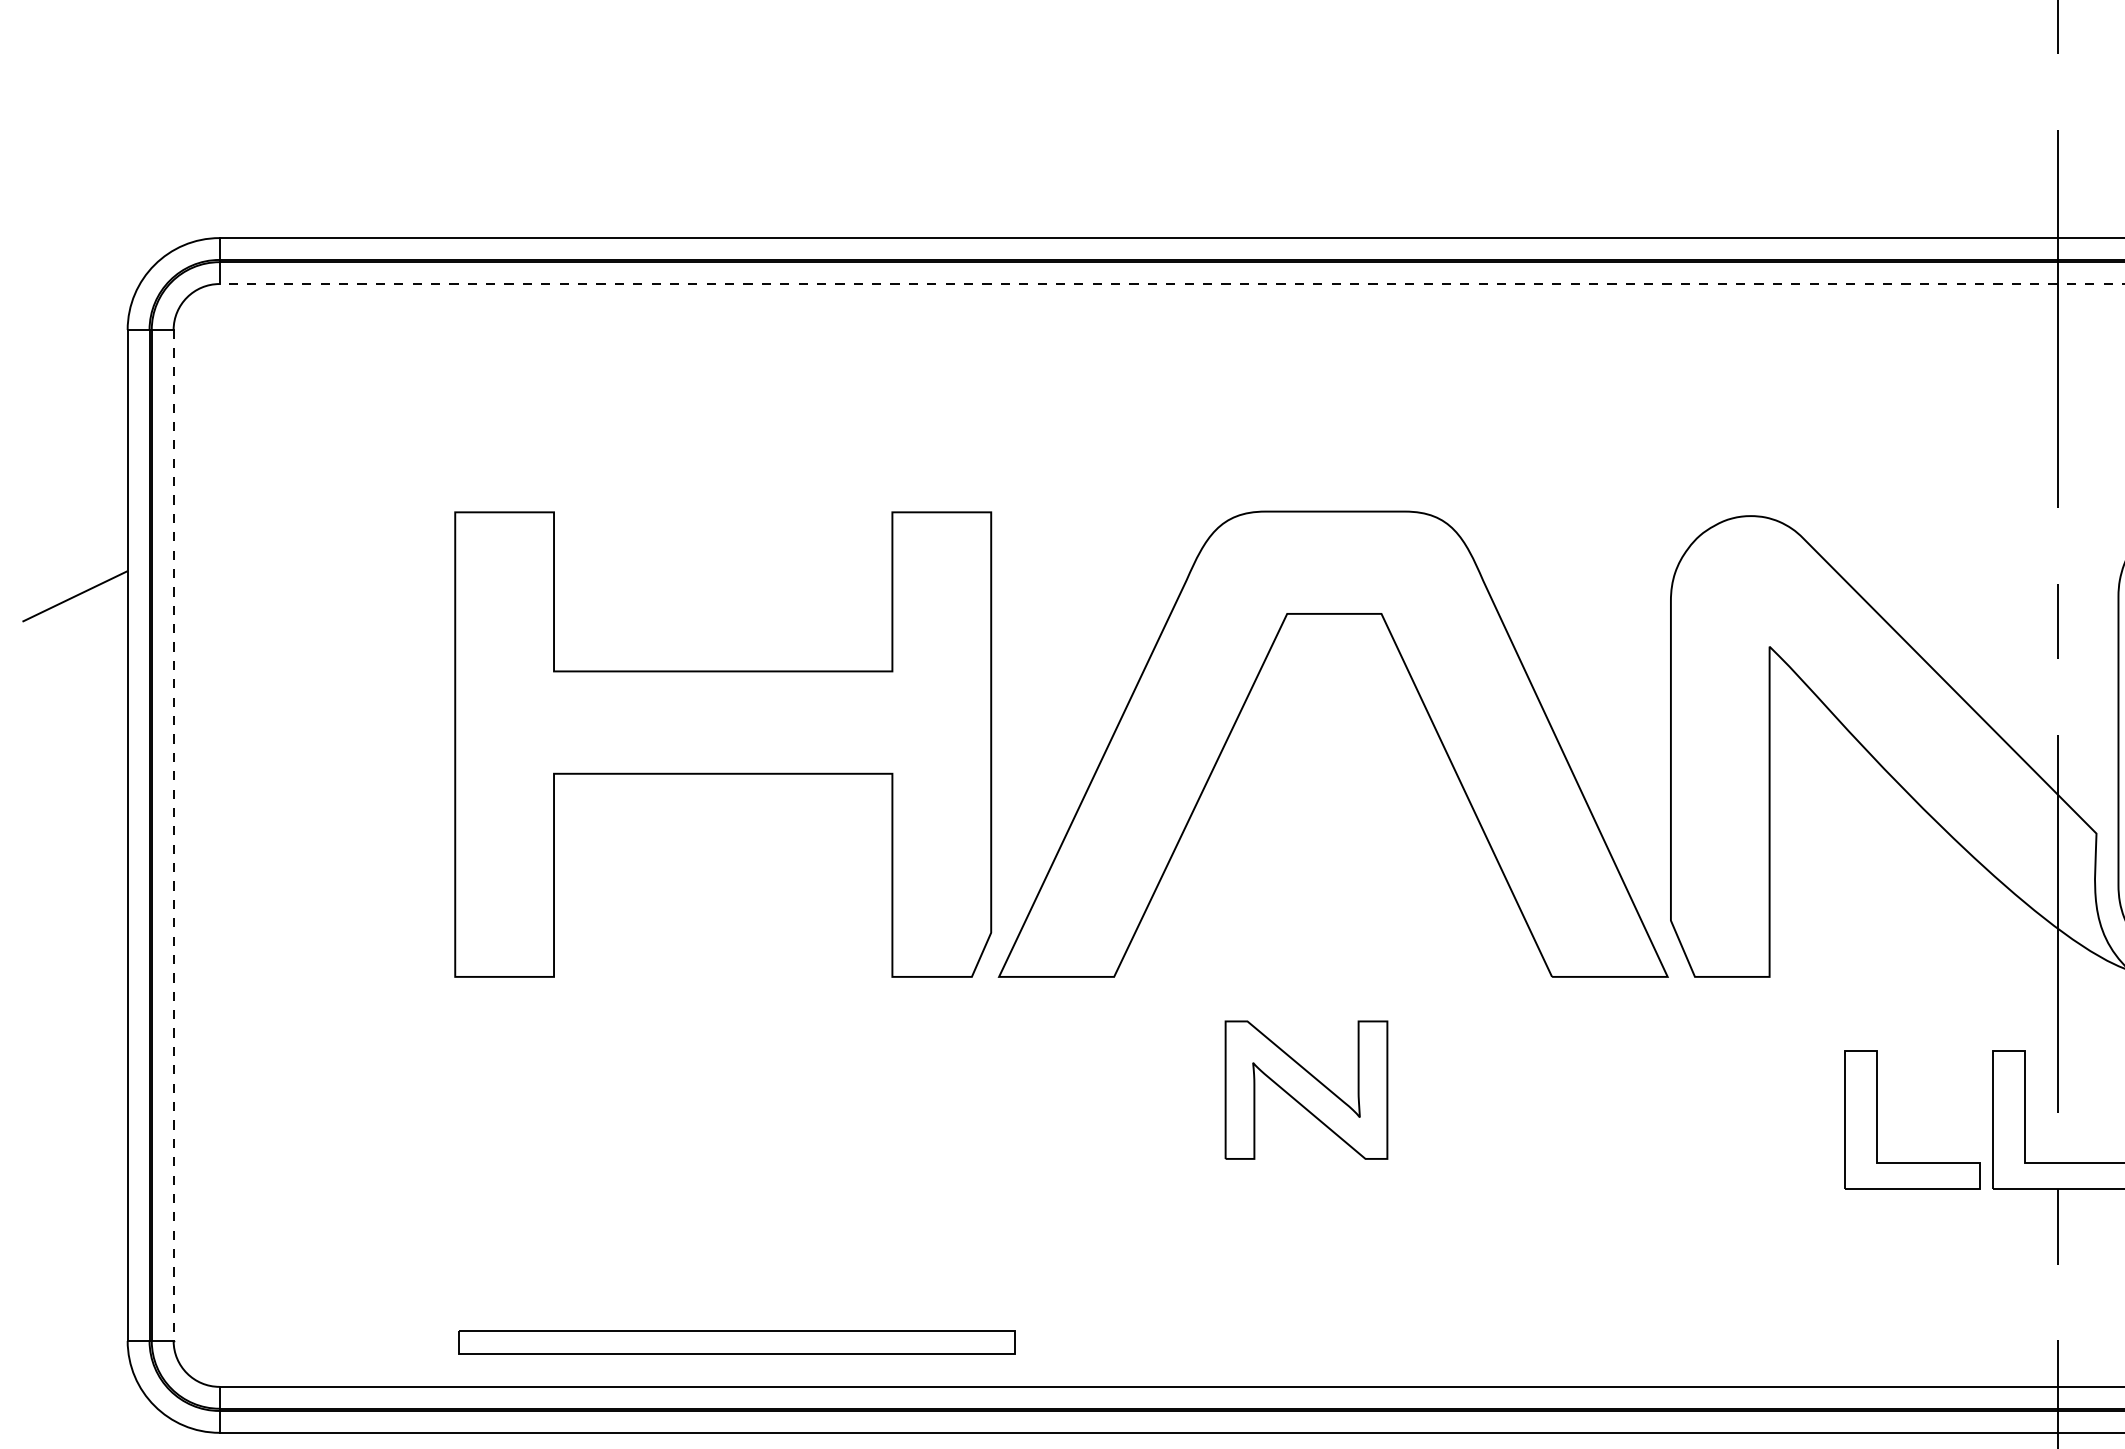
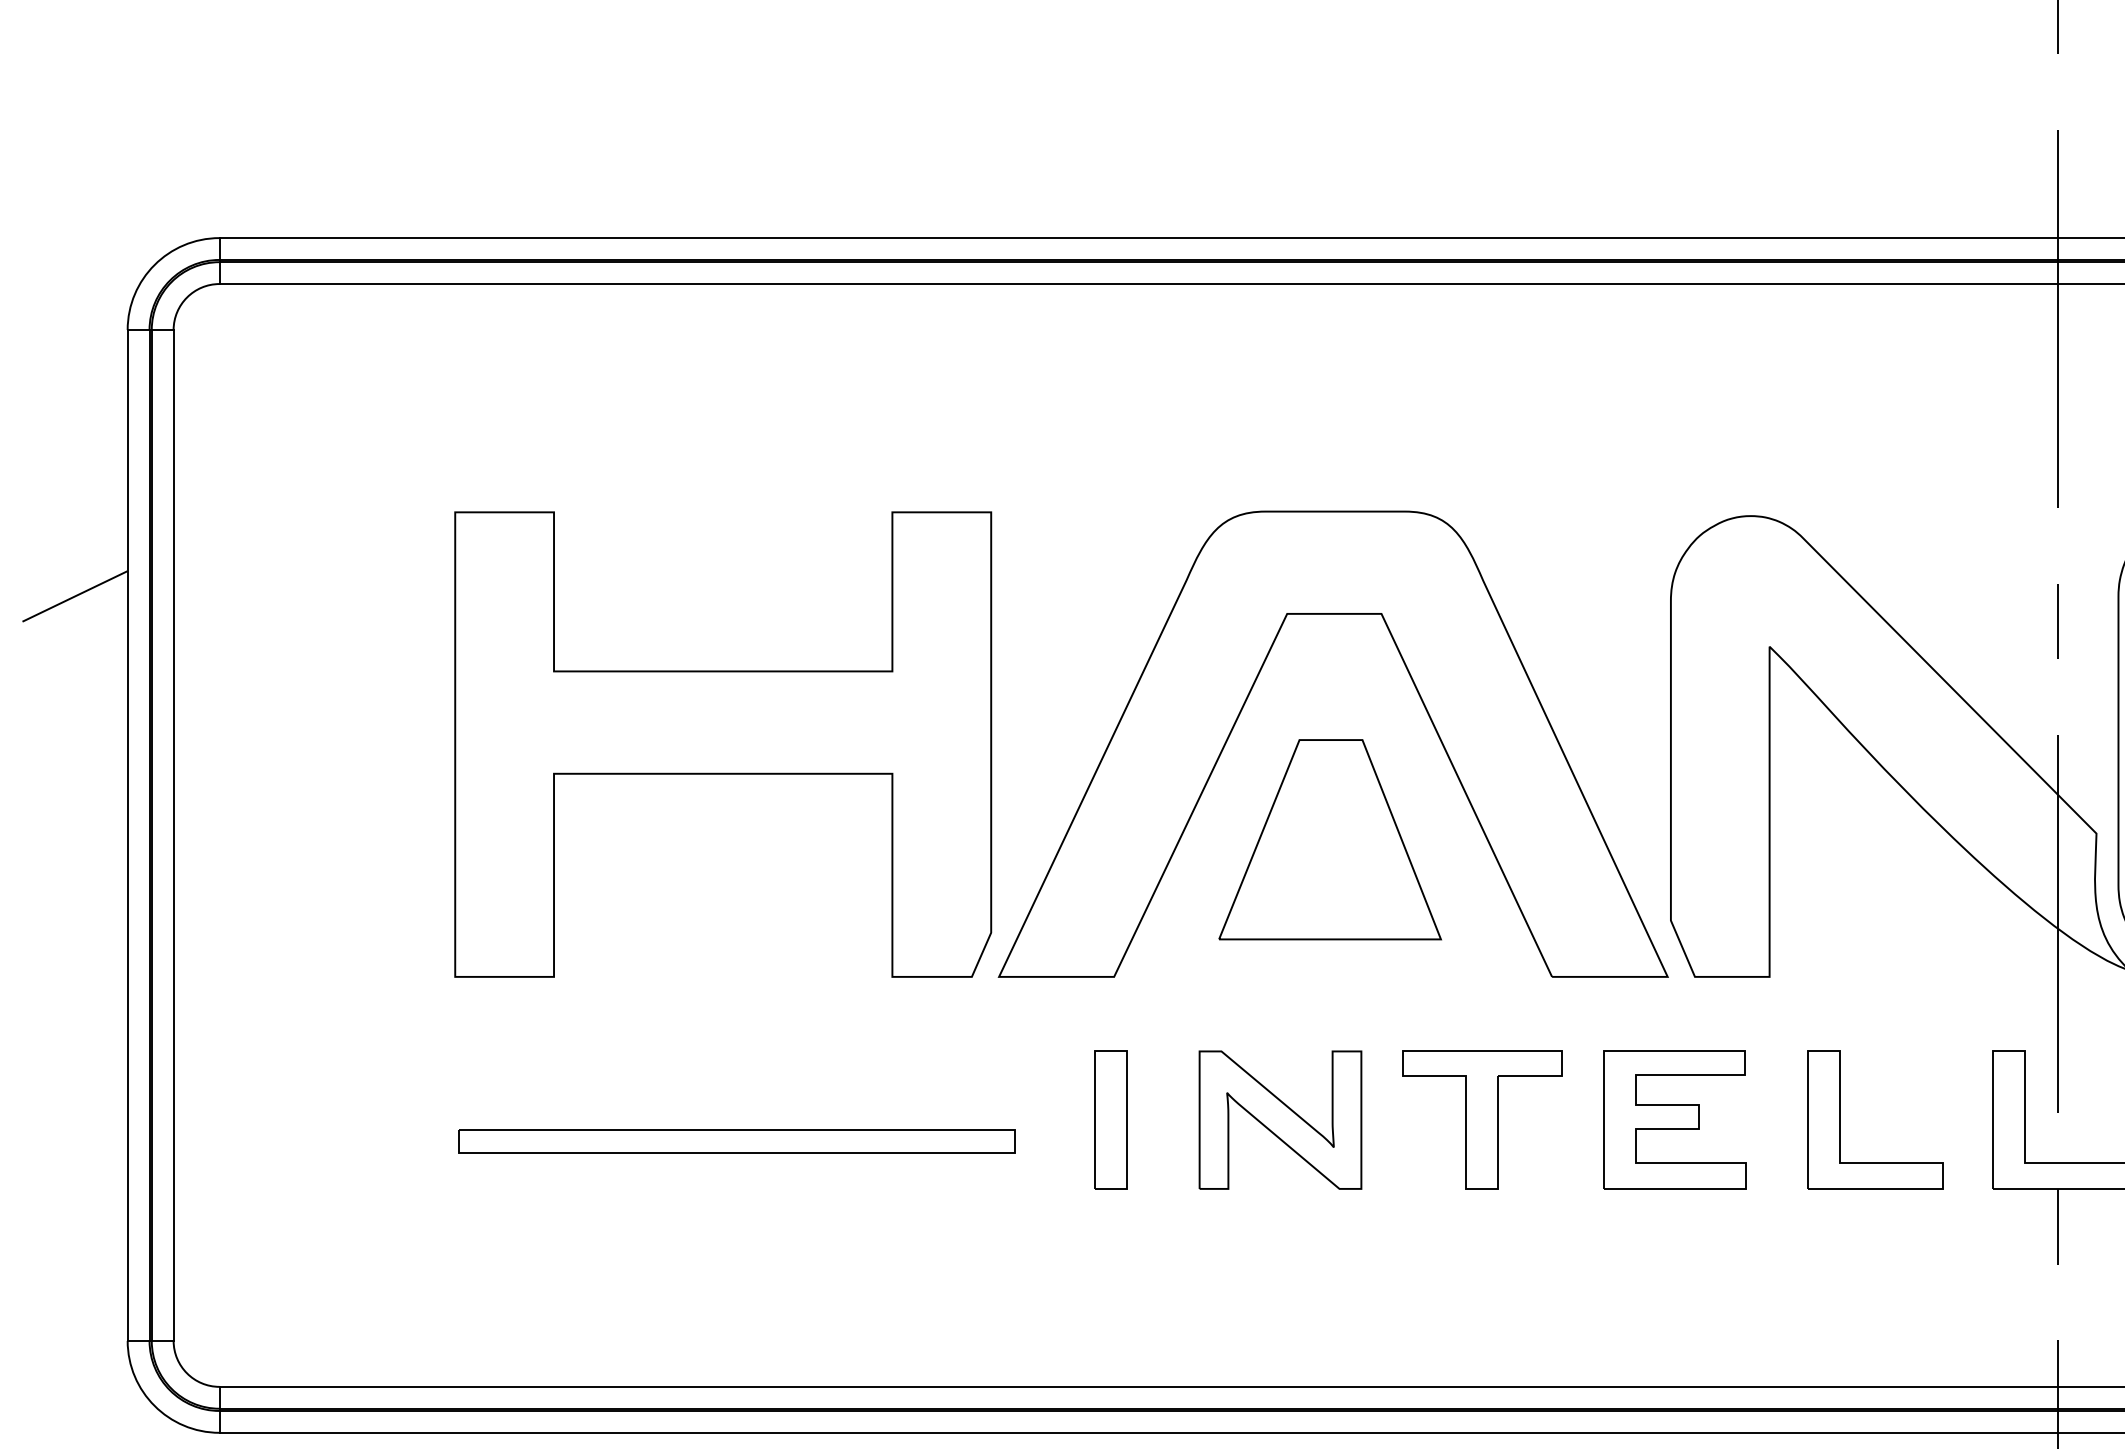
line at (1171, 284): dashed -> solid
line at (173, 835): dashed -> solid
part at (1329, 839): none -> present
part at (1306, 1089) position: (1306, 1089) -> (1280, 1119)
part at (1110, 1119): none -> present
part at (1482, 1119): none -> present
part at (1674, 1119): none -> present
part at (1877, 1119) position: (1877, 1119) -> (1840, 1119)
part at (736, 1342) position: (736, 1342) -> (736, 1141)
